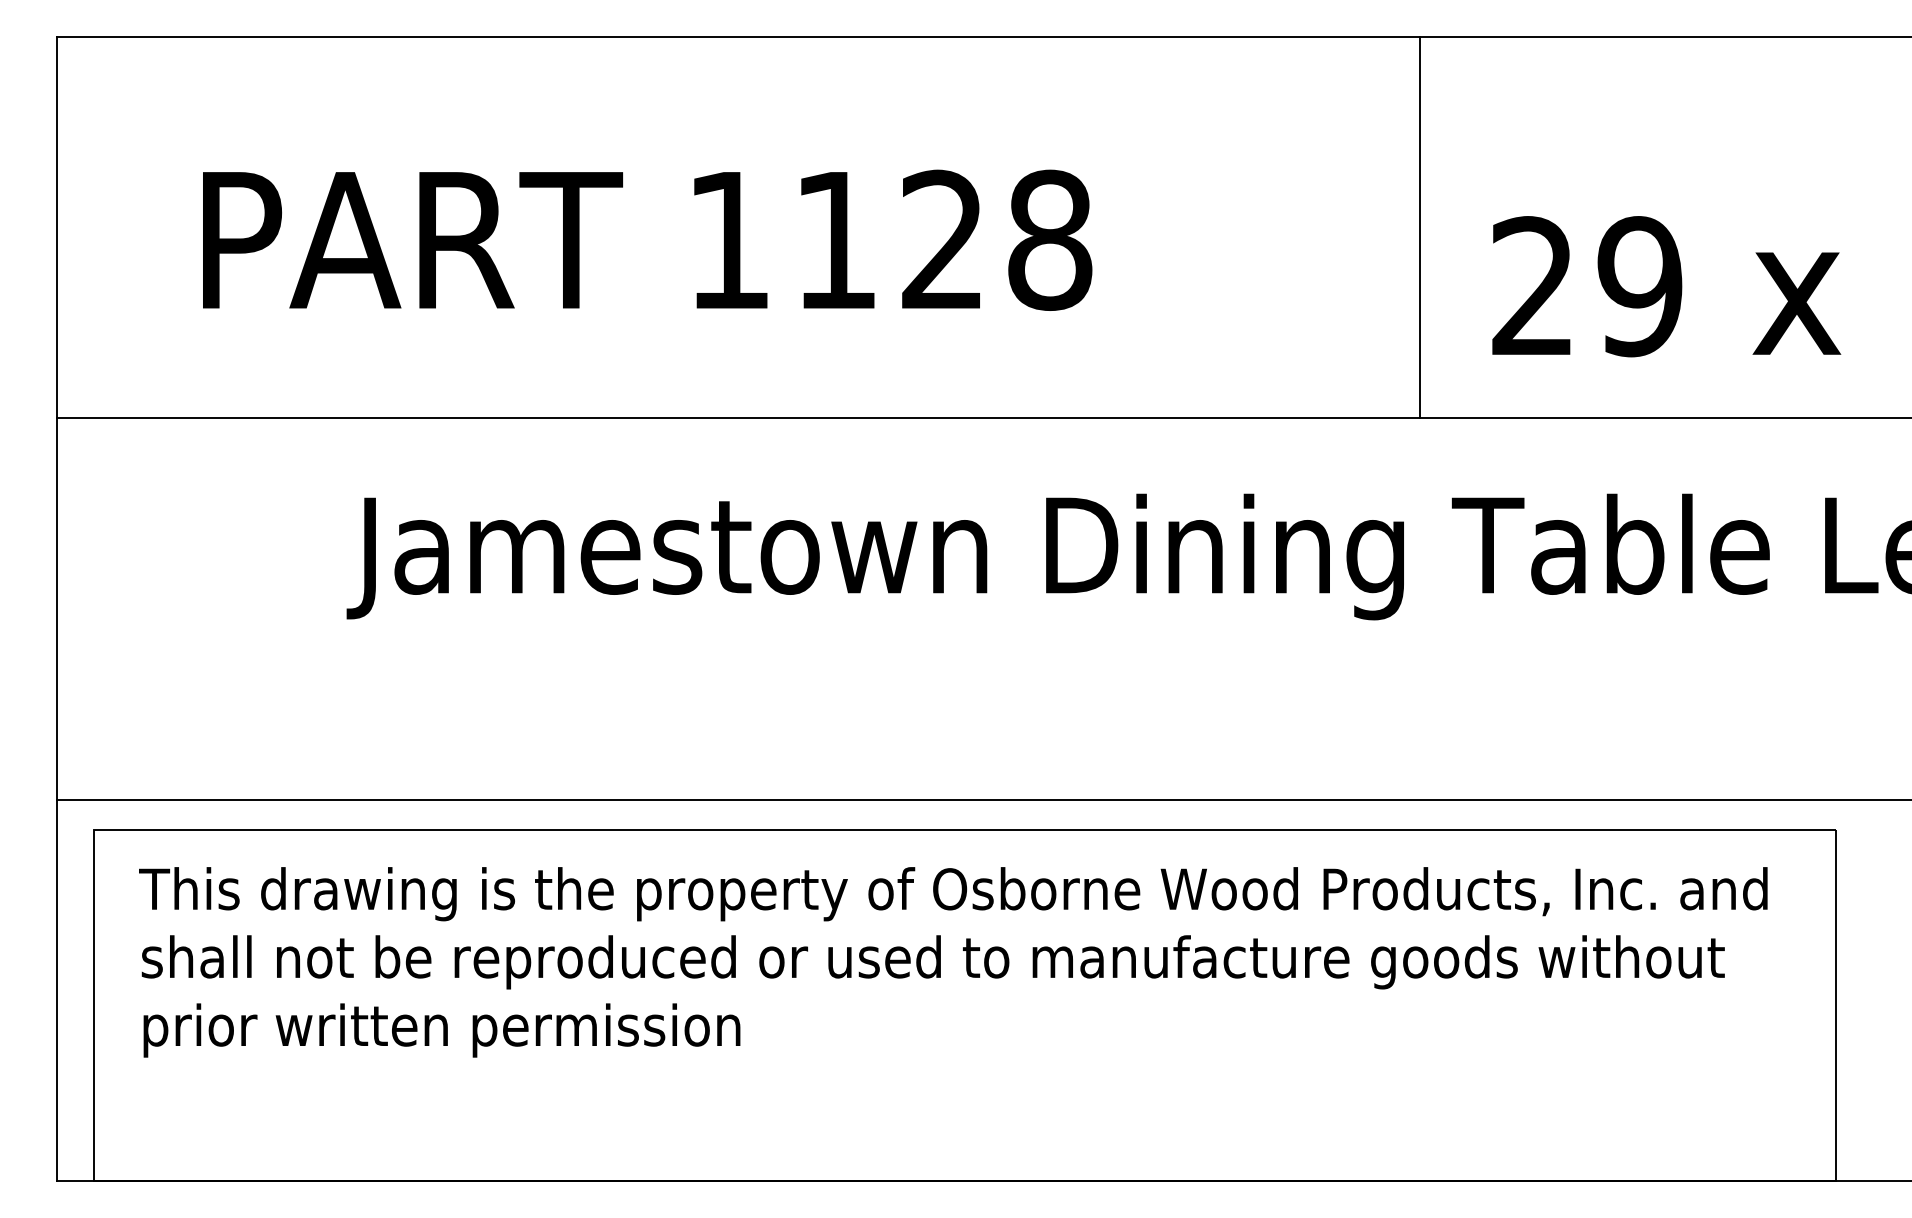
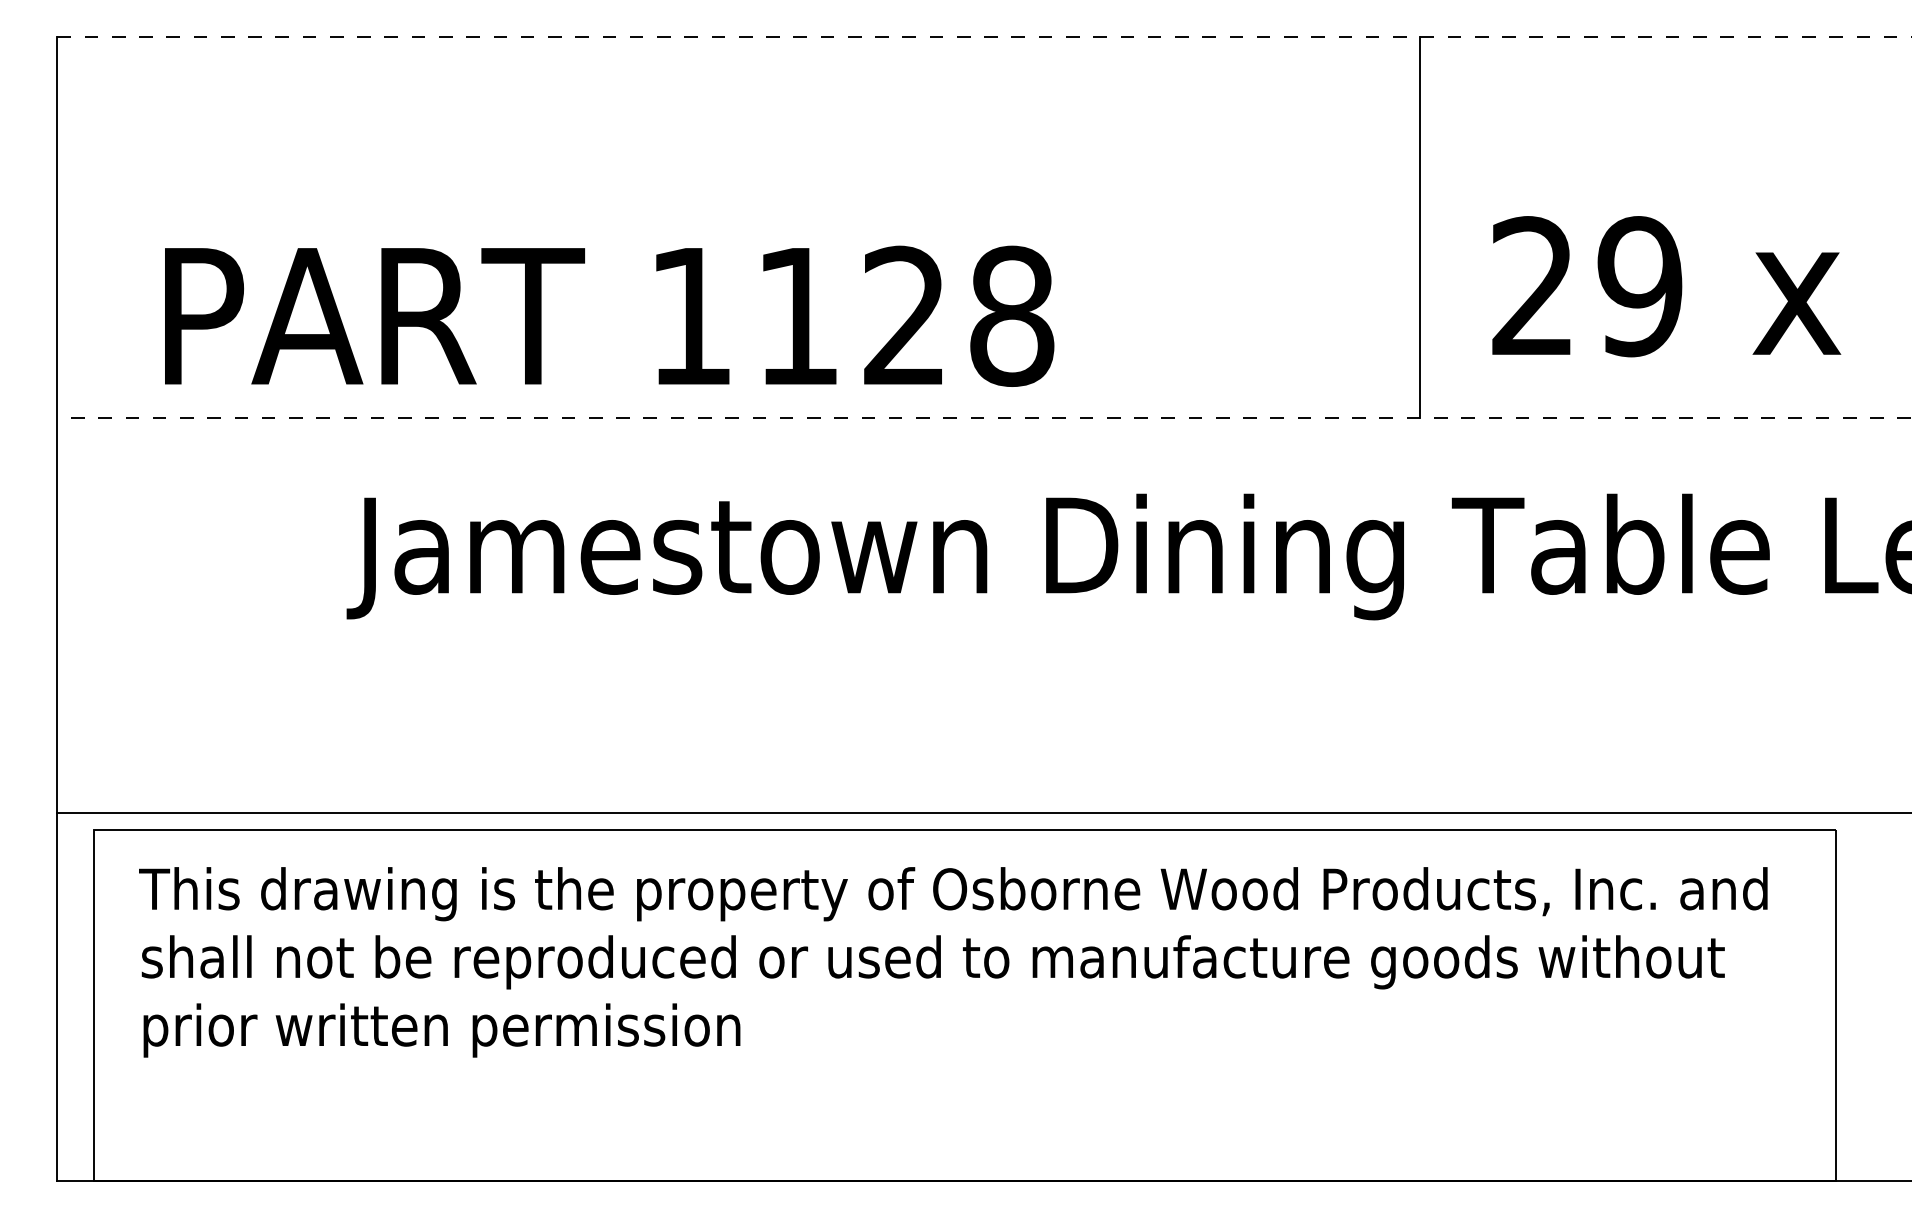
line at (985, 36): solid -> dashed
text at (647, 239) position: (647, 239) -> (609, 315)
line at (984, 418): solid -> dashed
line at (982, 799) position: (982, 799) -> (982, 812)
